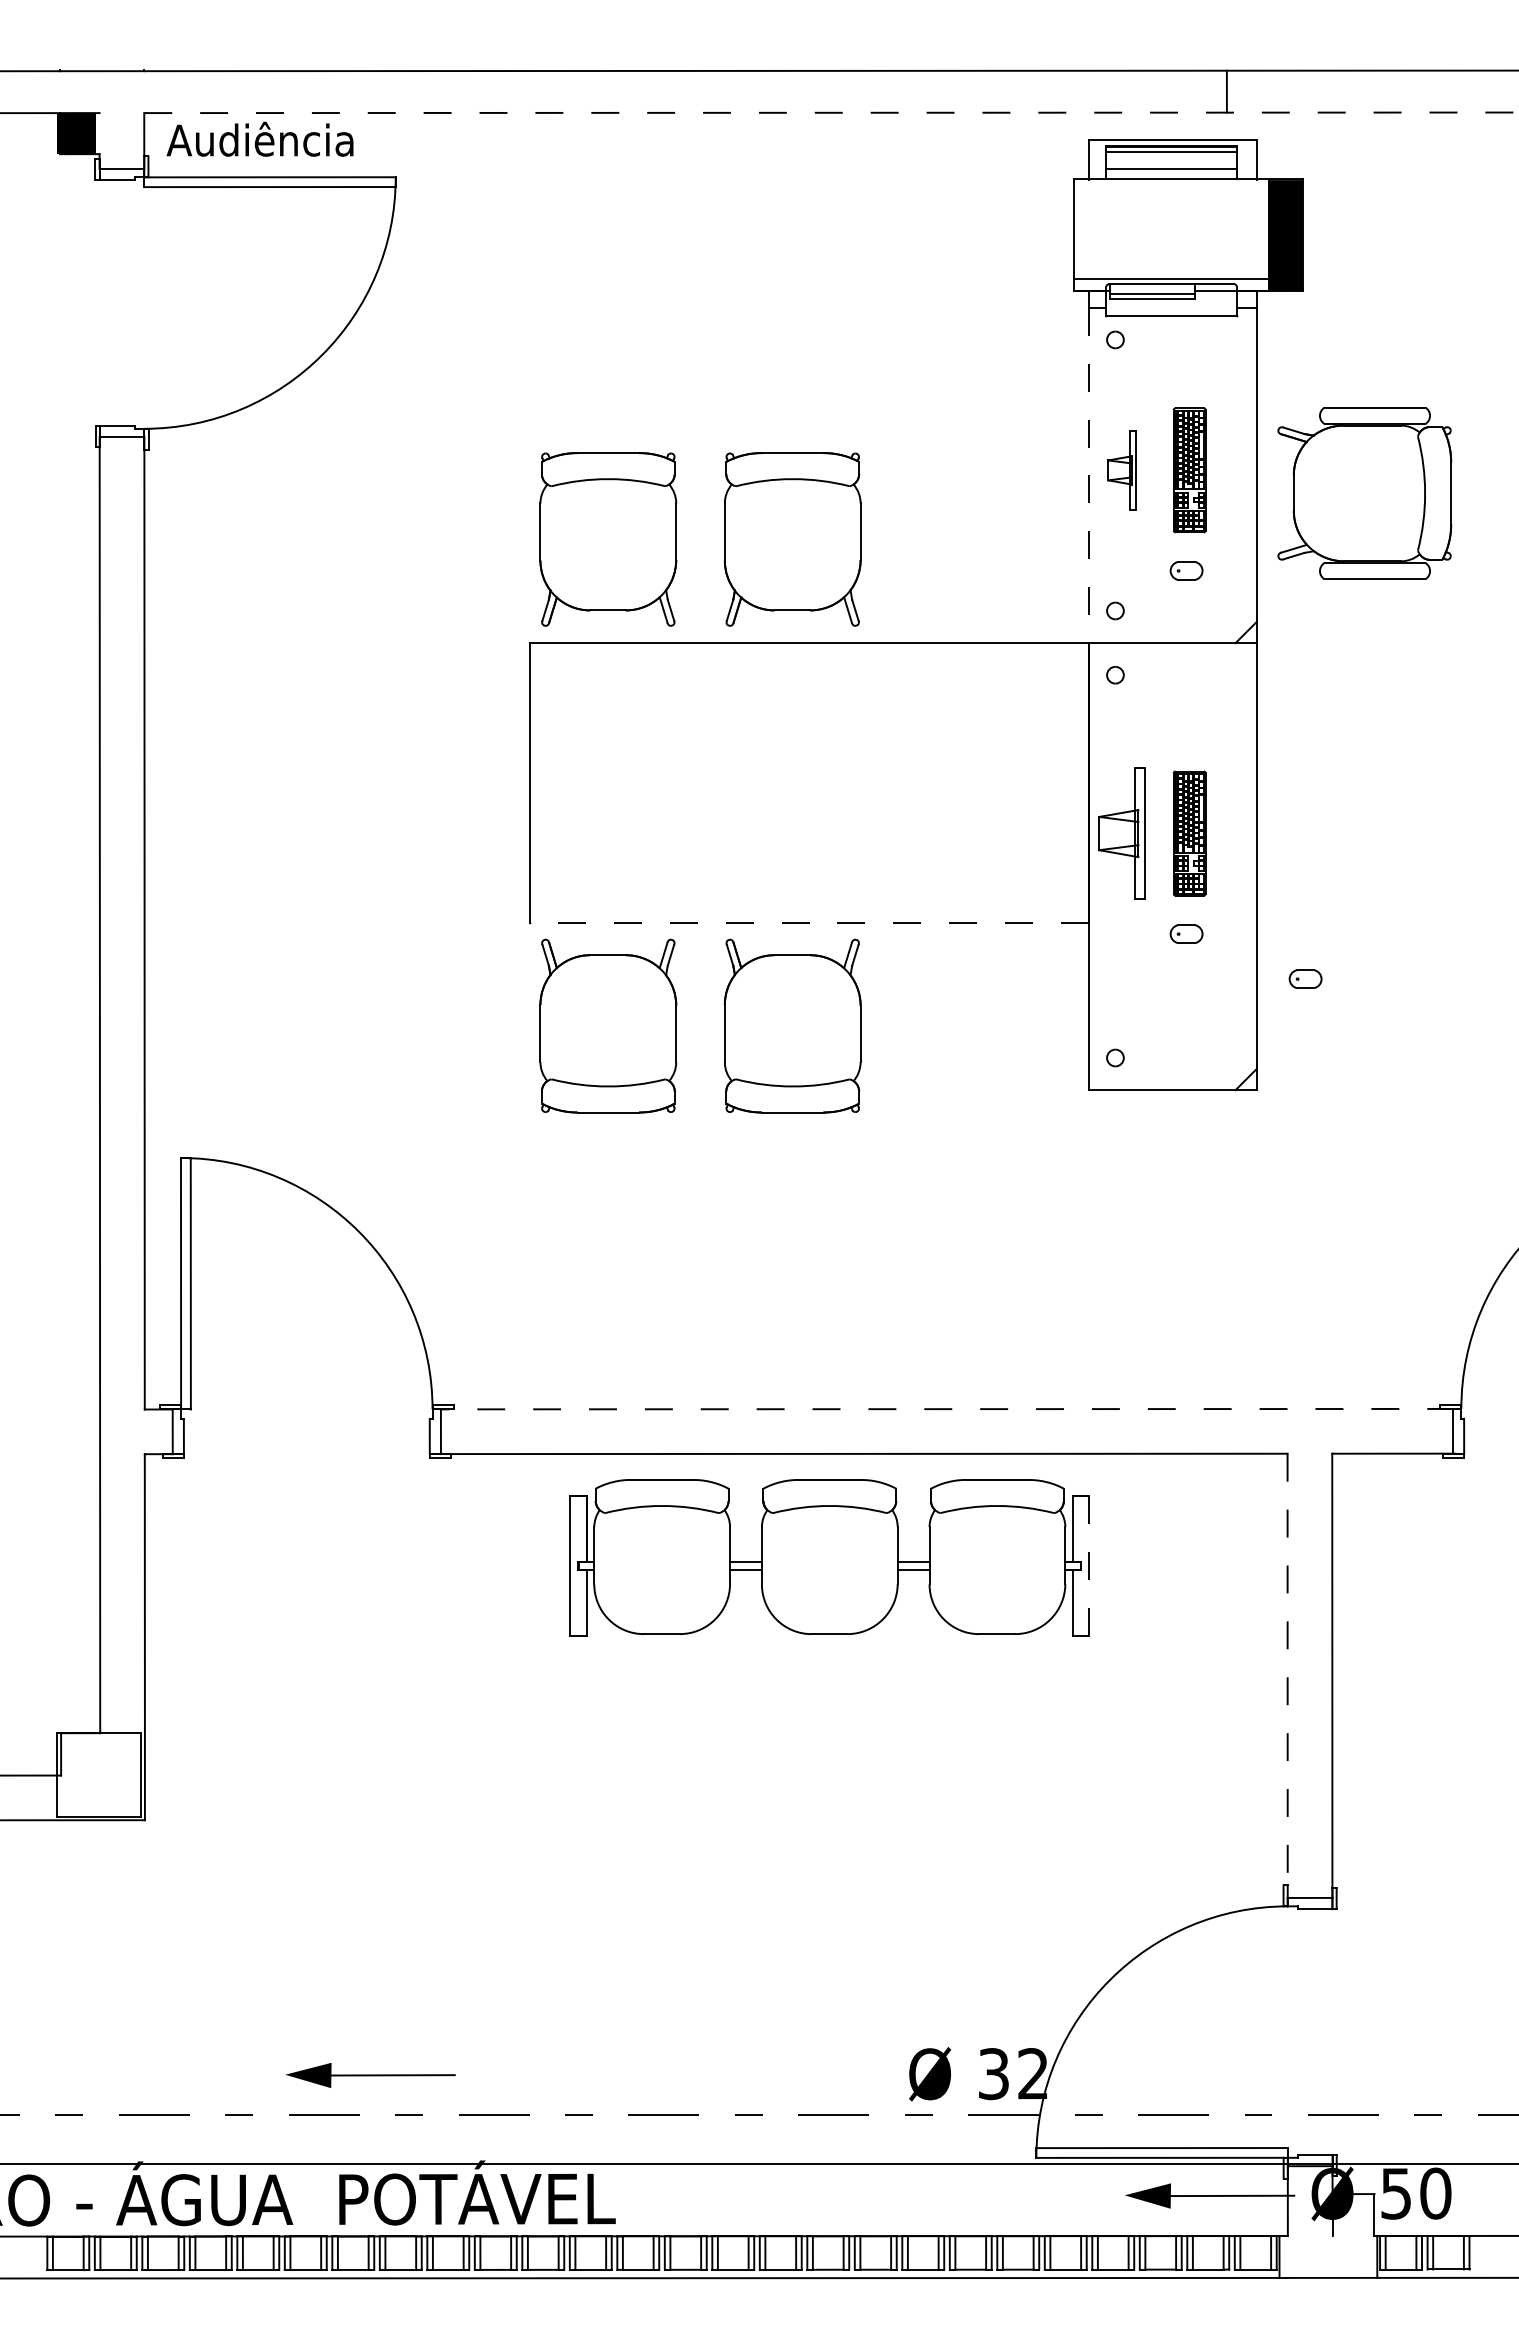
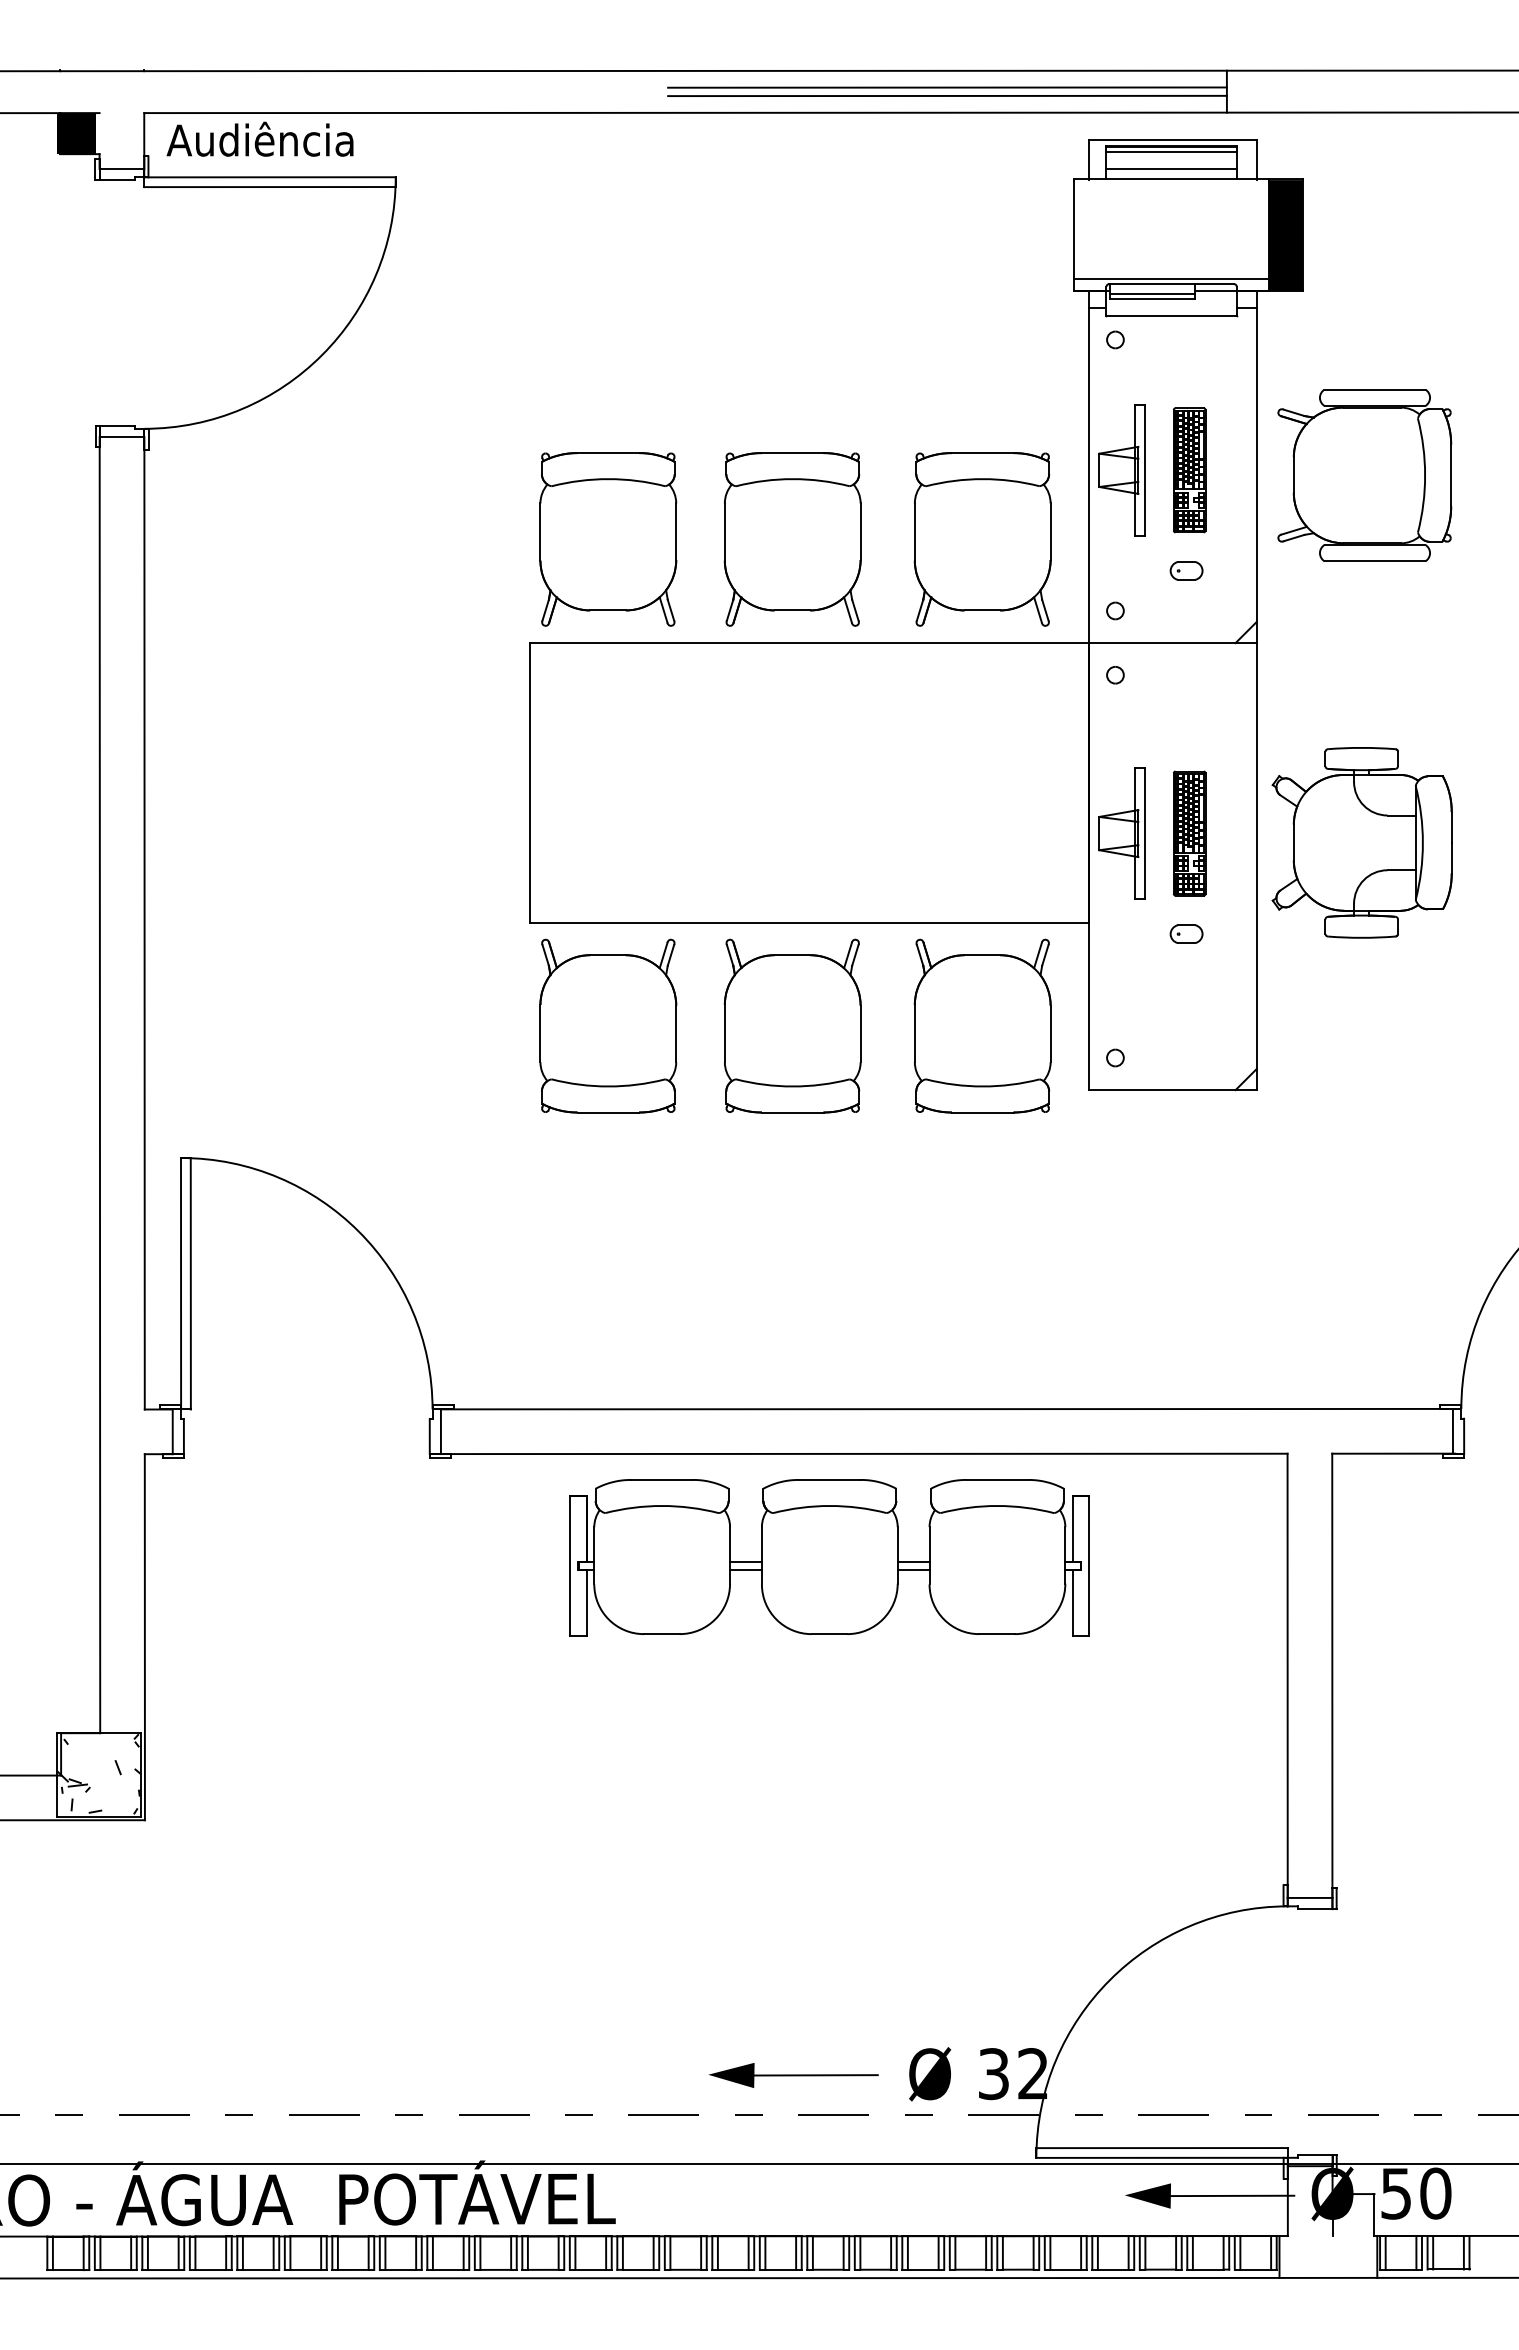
line at (947, 87): none -> present
line at (947, 95): none -> present
line at (832, 112): dashed -> solid
part at (1121, 470) size: 30x81 px -> 48x133 px
line at (1088, 475): dashed -> solid
part at (1364, 493) position: (1364, 493) -> (1364, 475)
part at (982, 539): none -> present
part at (1361, 842): none -> present
line at (809, 922): dashed -> solid
part at (1305, 978): present -> none
part at (982, 1025): none -> present
line at (947, 1409): dashed -> solid
line at (1089, 1566): dashed -> solid
line at (1287, 1676): dashed -> solid
hatch at (98, 1774): none -> present
part at (370, 2075) position: (370, 2075) -> (793, 2075)
